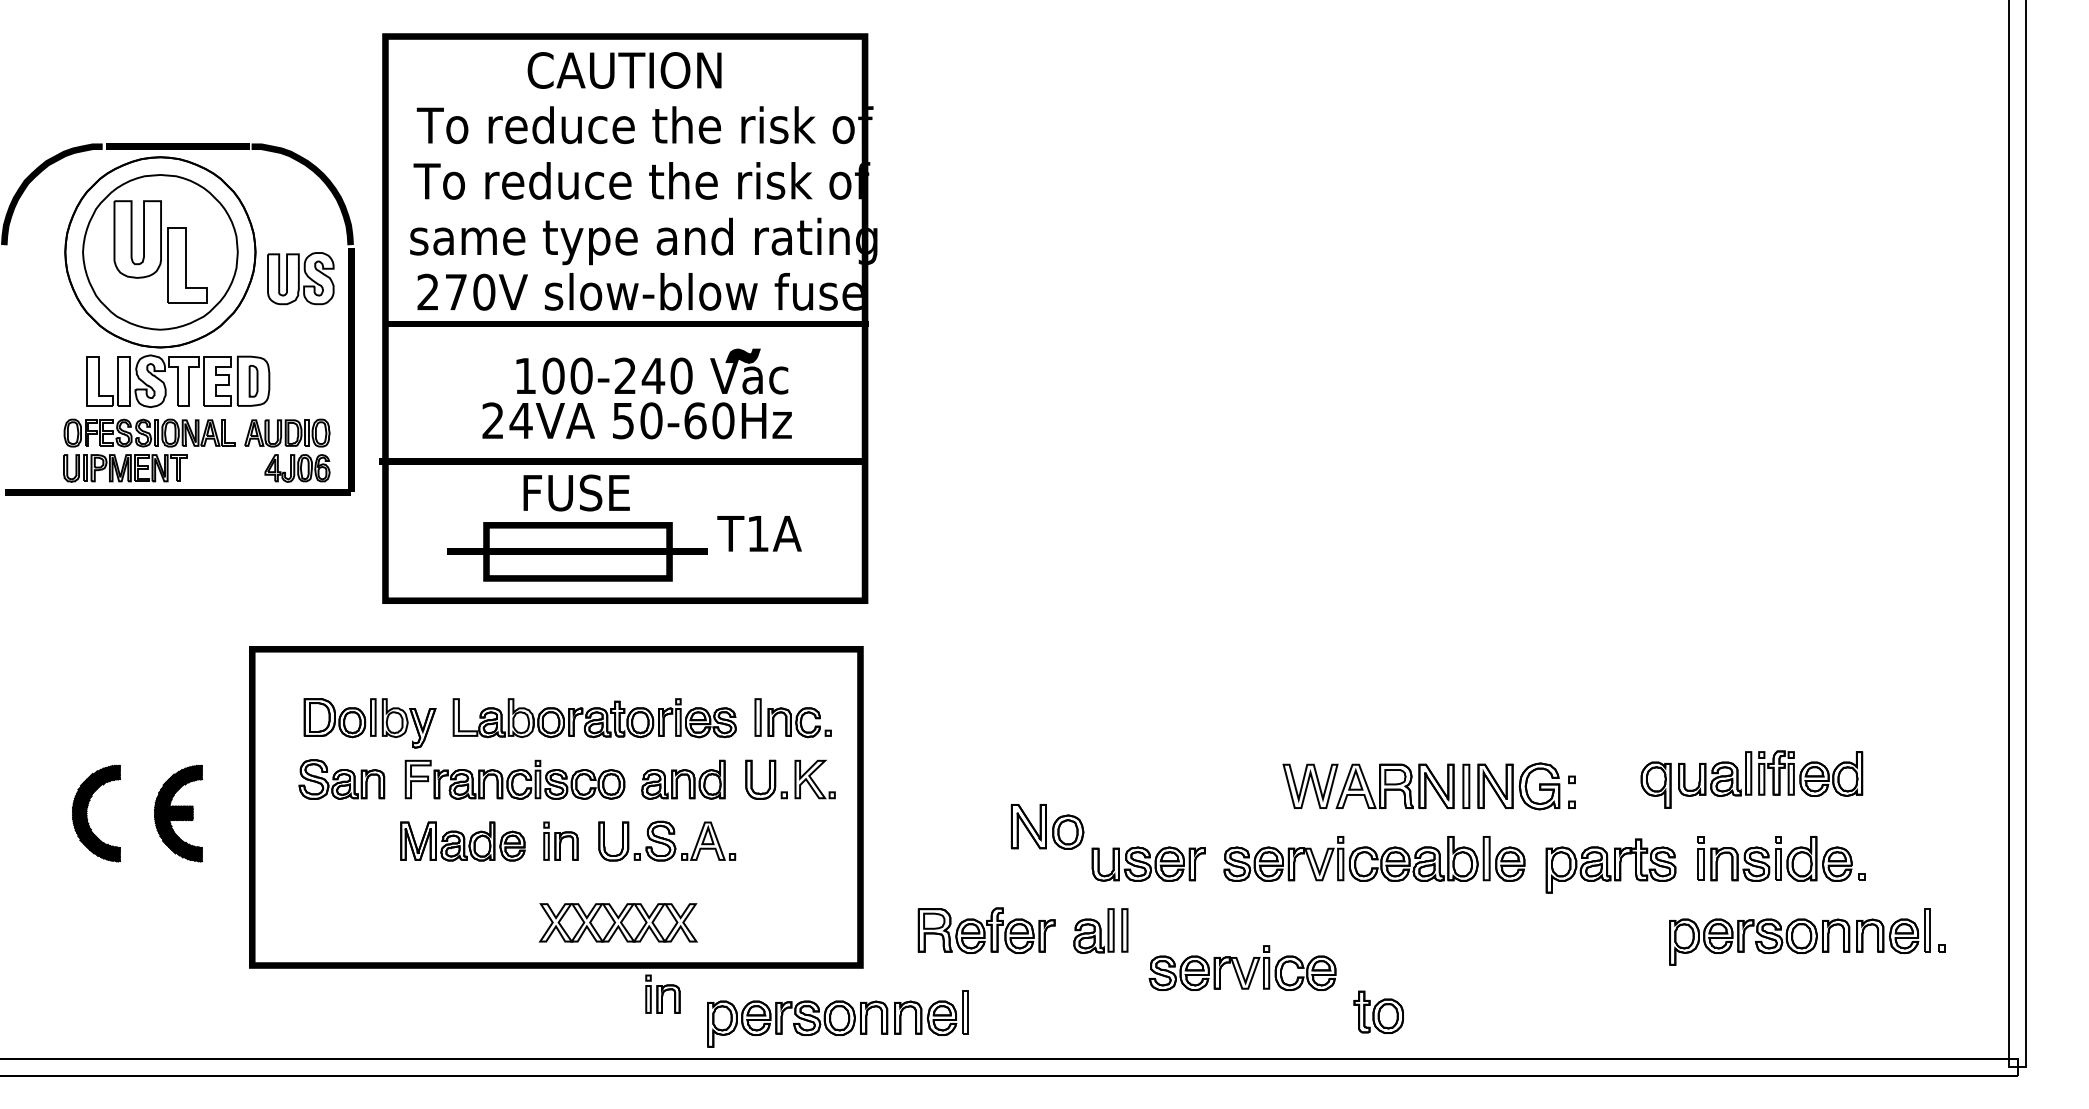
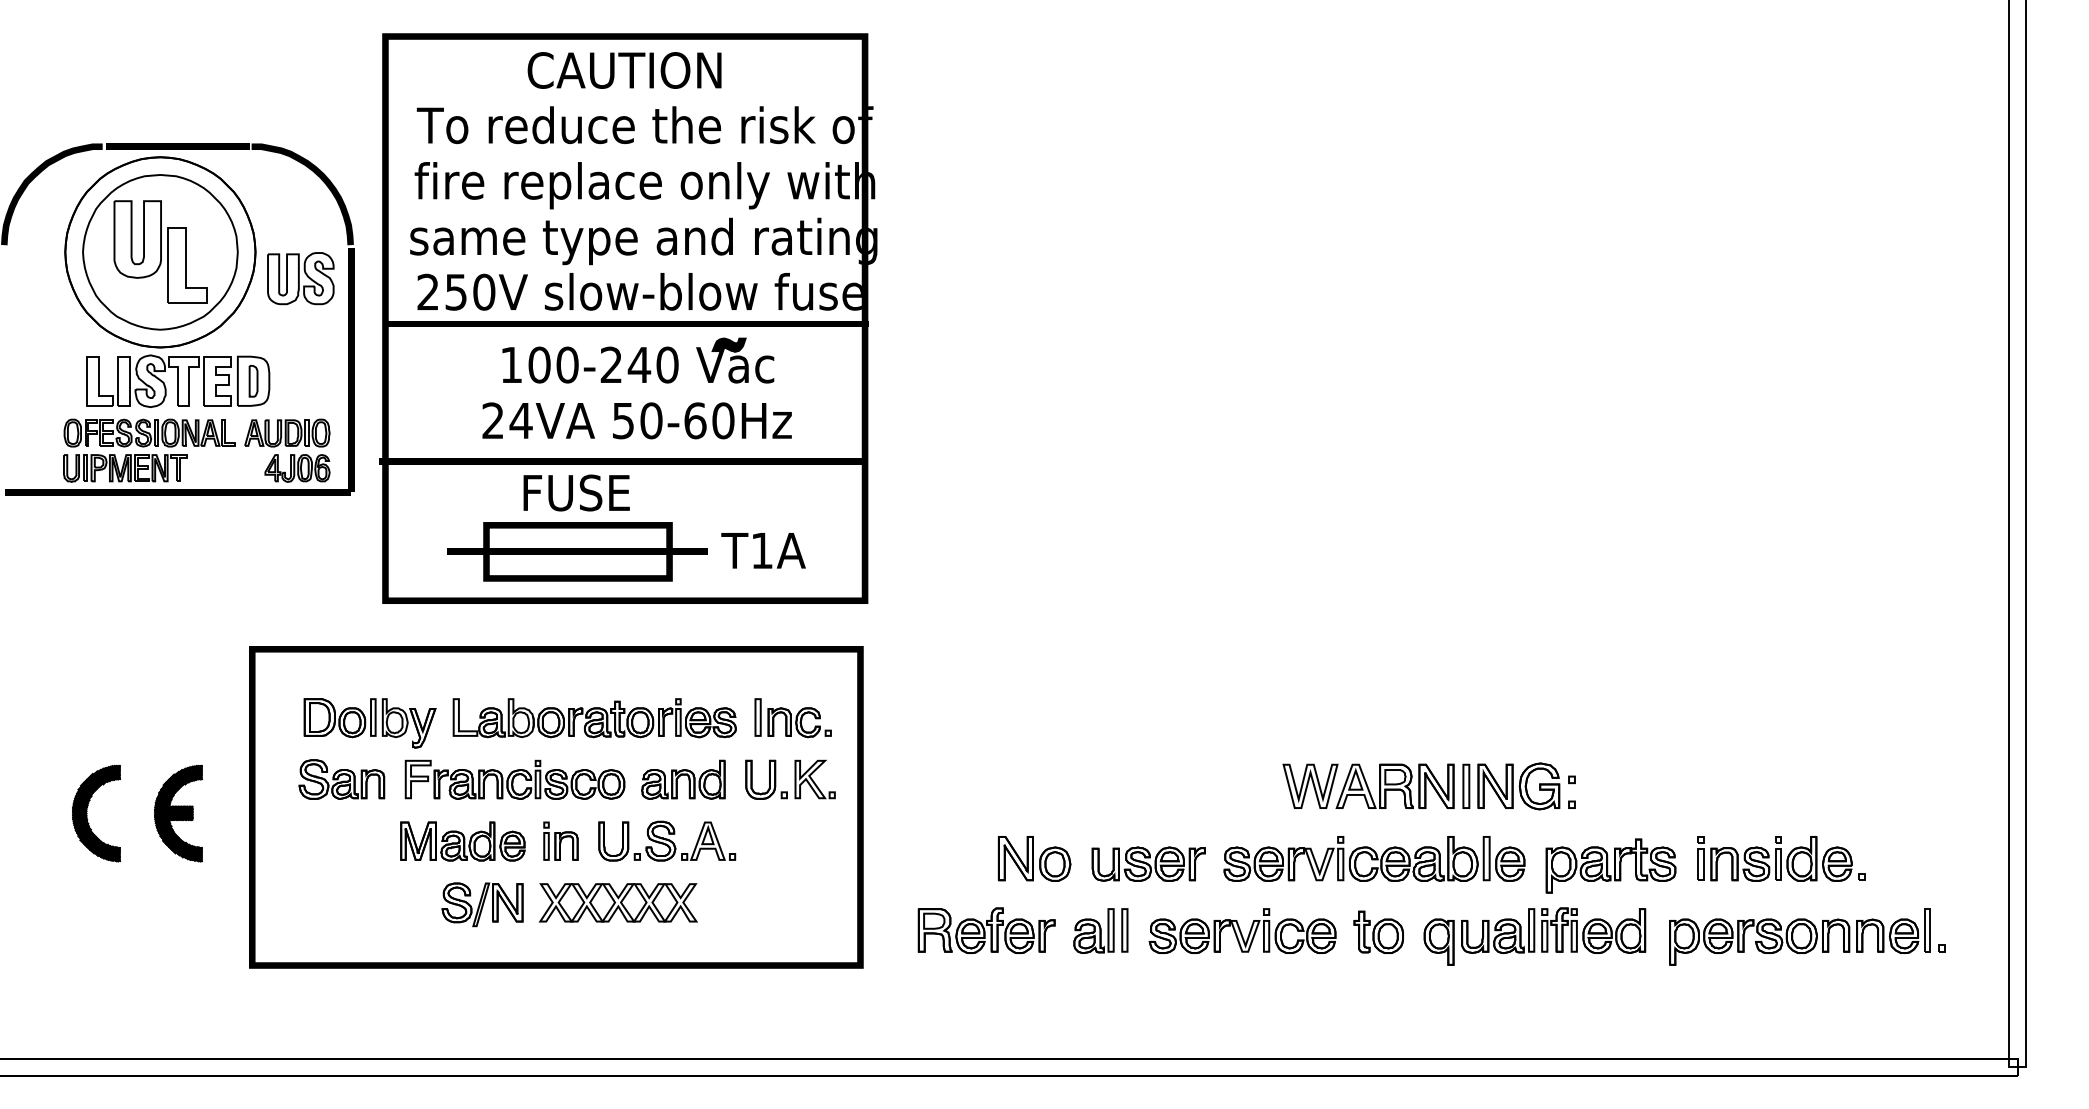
text at (644, 185): To reduce the risk of -> fire replace only with
text at (455, 292): 270V -> 250V
part at (652, 371) position: (652, 371) -> (638, 360)
text at (759, 533) position: (759, 533) -> (763, 550)
part at (1751, 779) position: (1751, 779) -> (1534, 936)
part at (1047, 826) position: (1047, 826) -> (1034, 858)
part at (482, 904): none -> present
part at (617, 922) position: (617, 922) -> (617, 902)
part at (1242, 967) position: (1242, 967) -> (1242, 930)
part at (662, 993): present -> none
part at (1378, 1011) position: (1378, 1011) -> (1378, 931)
part at (837, 1018): present -> none
